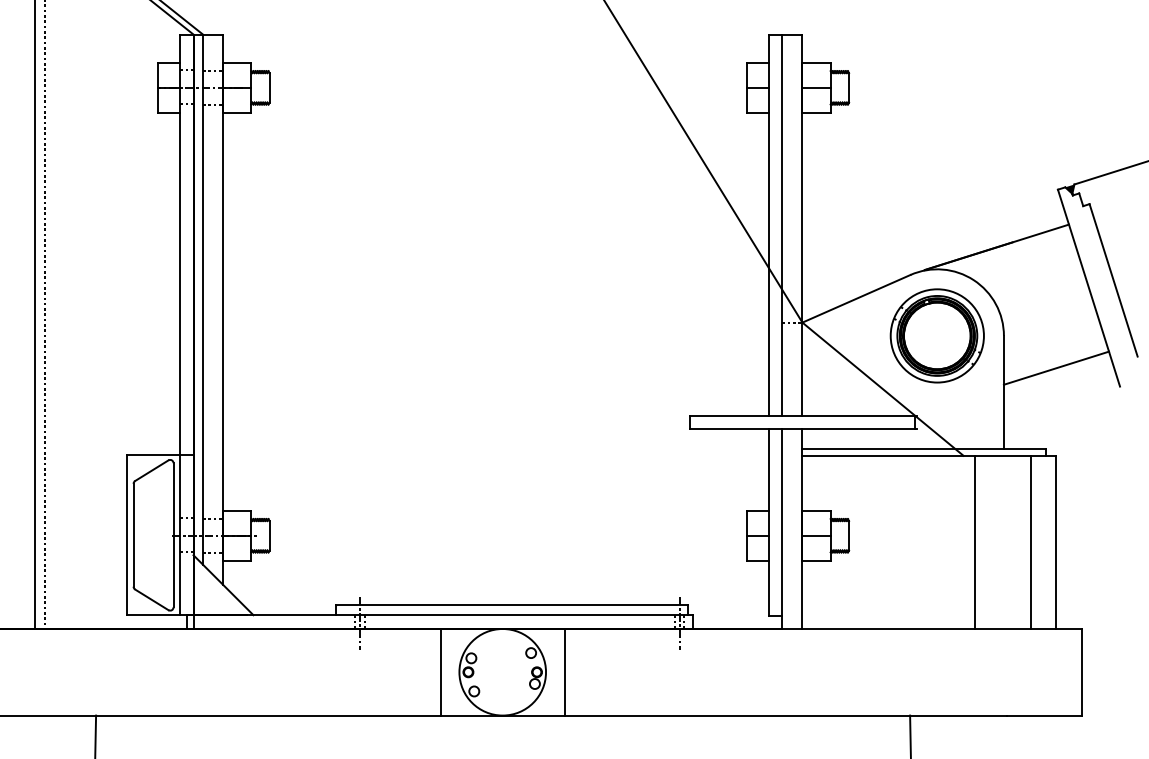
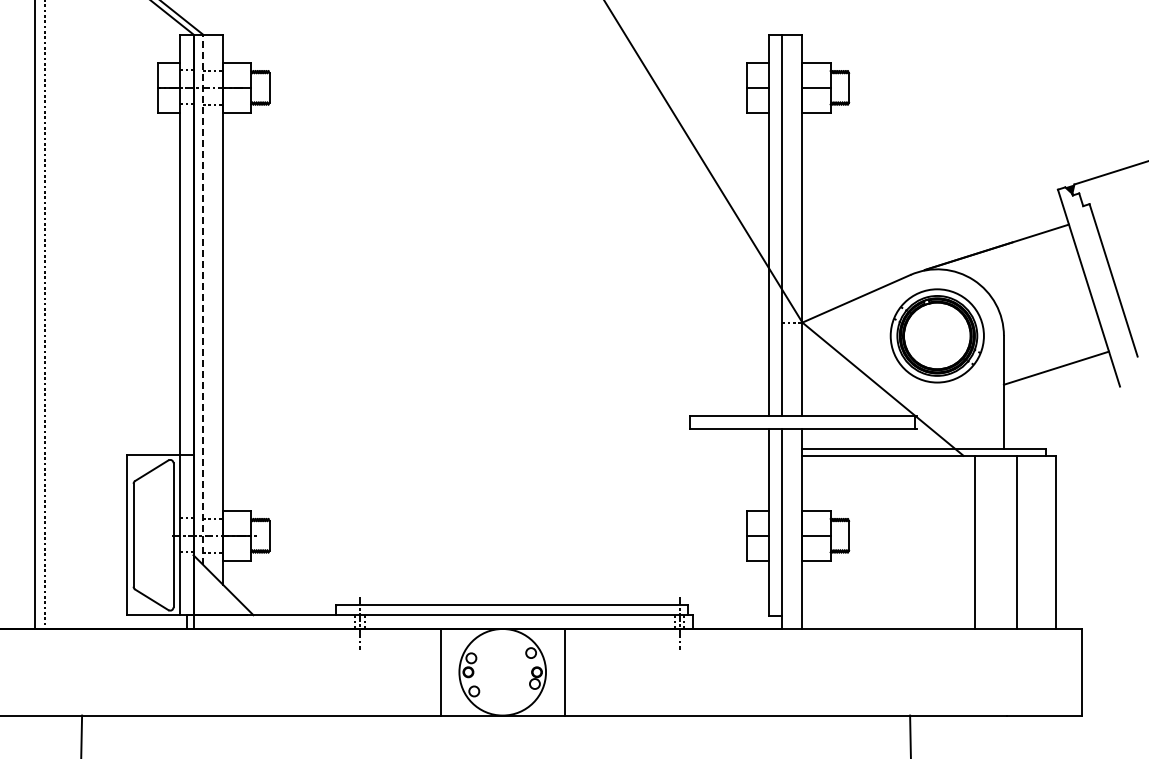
line at (203, 299): solid -> dashed
line at (1031, 541) position: (1031, 541) -> (1017, 541)
line at (95, 735) position: (95, 735) -> (81, 735)
